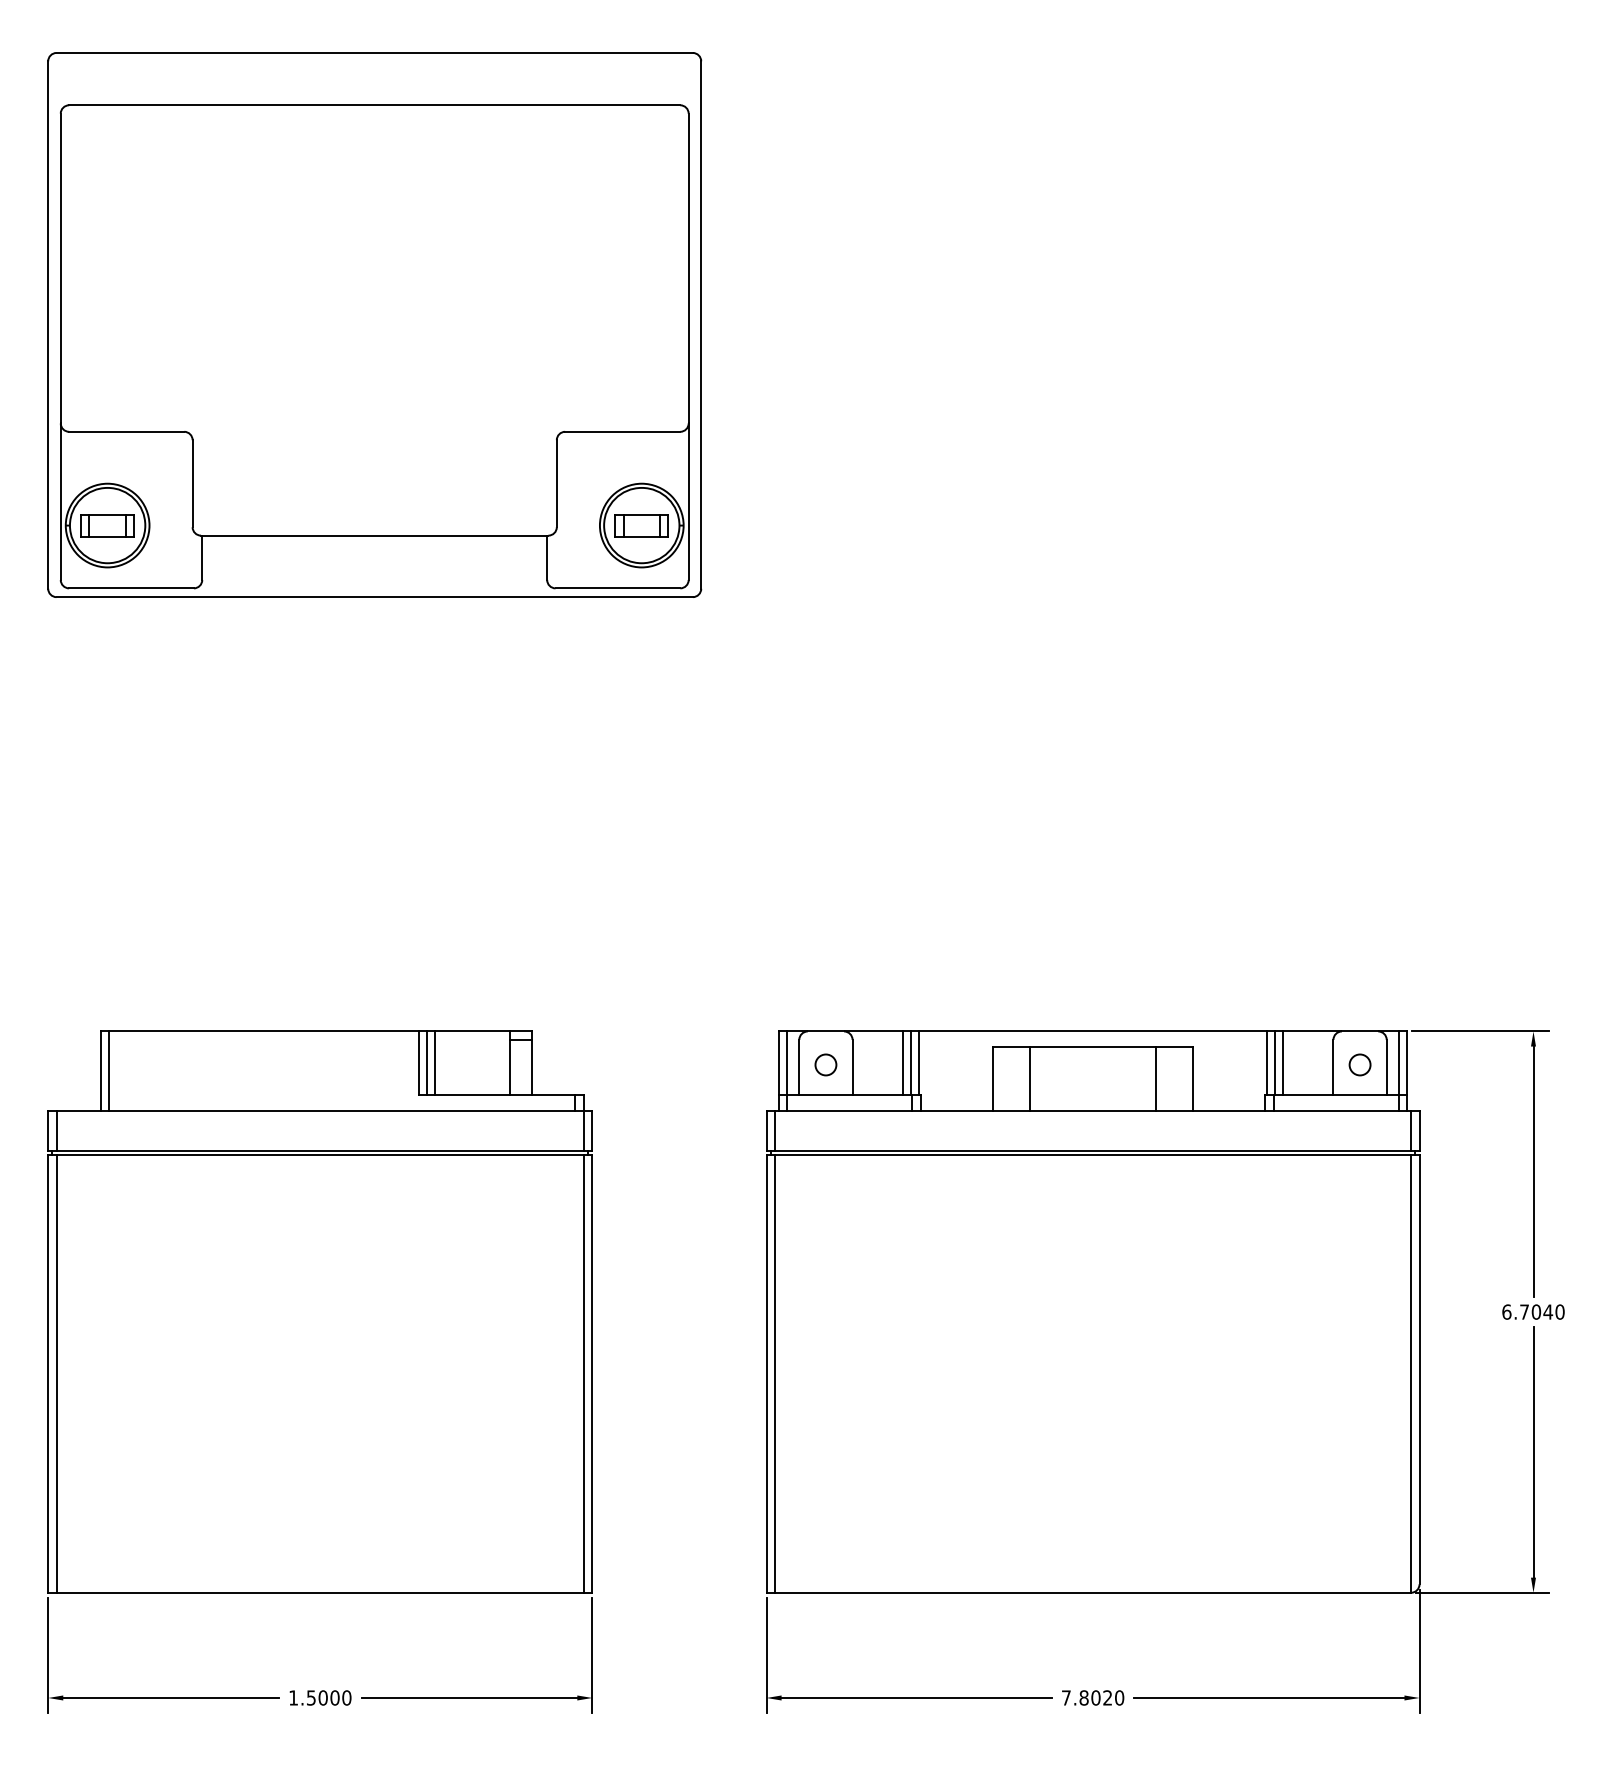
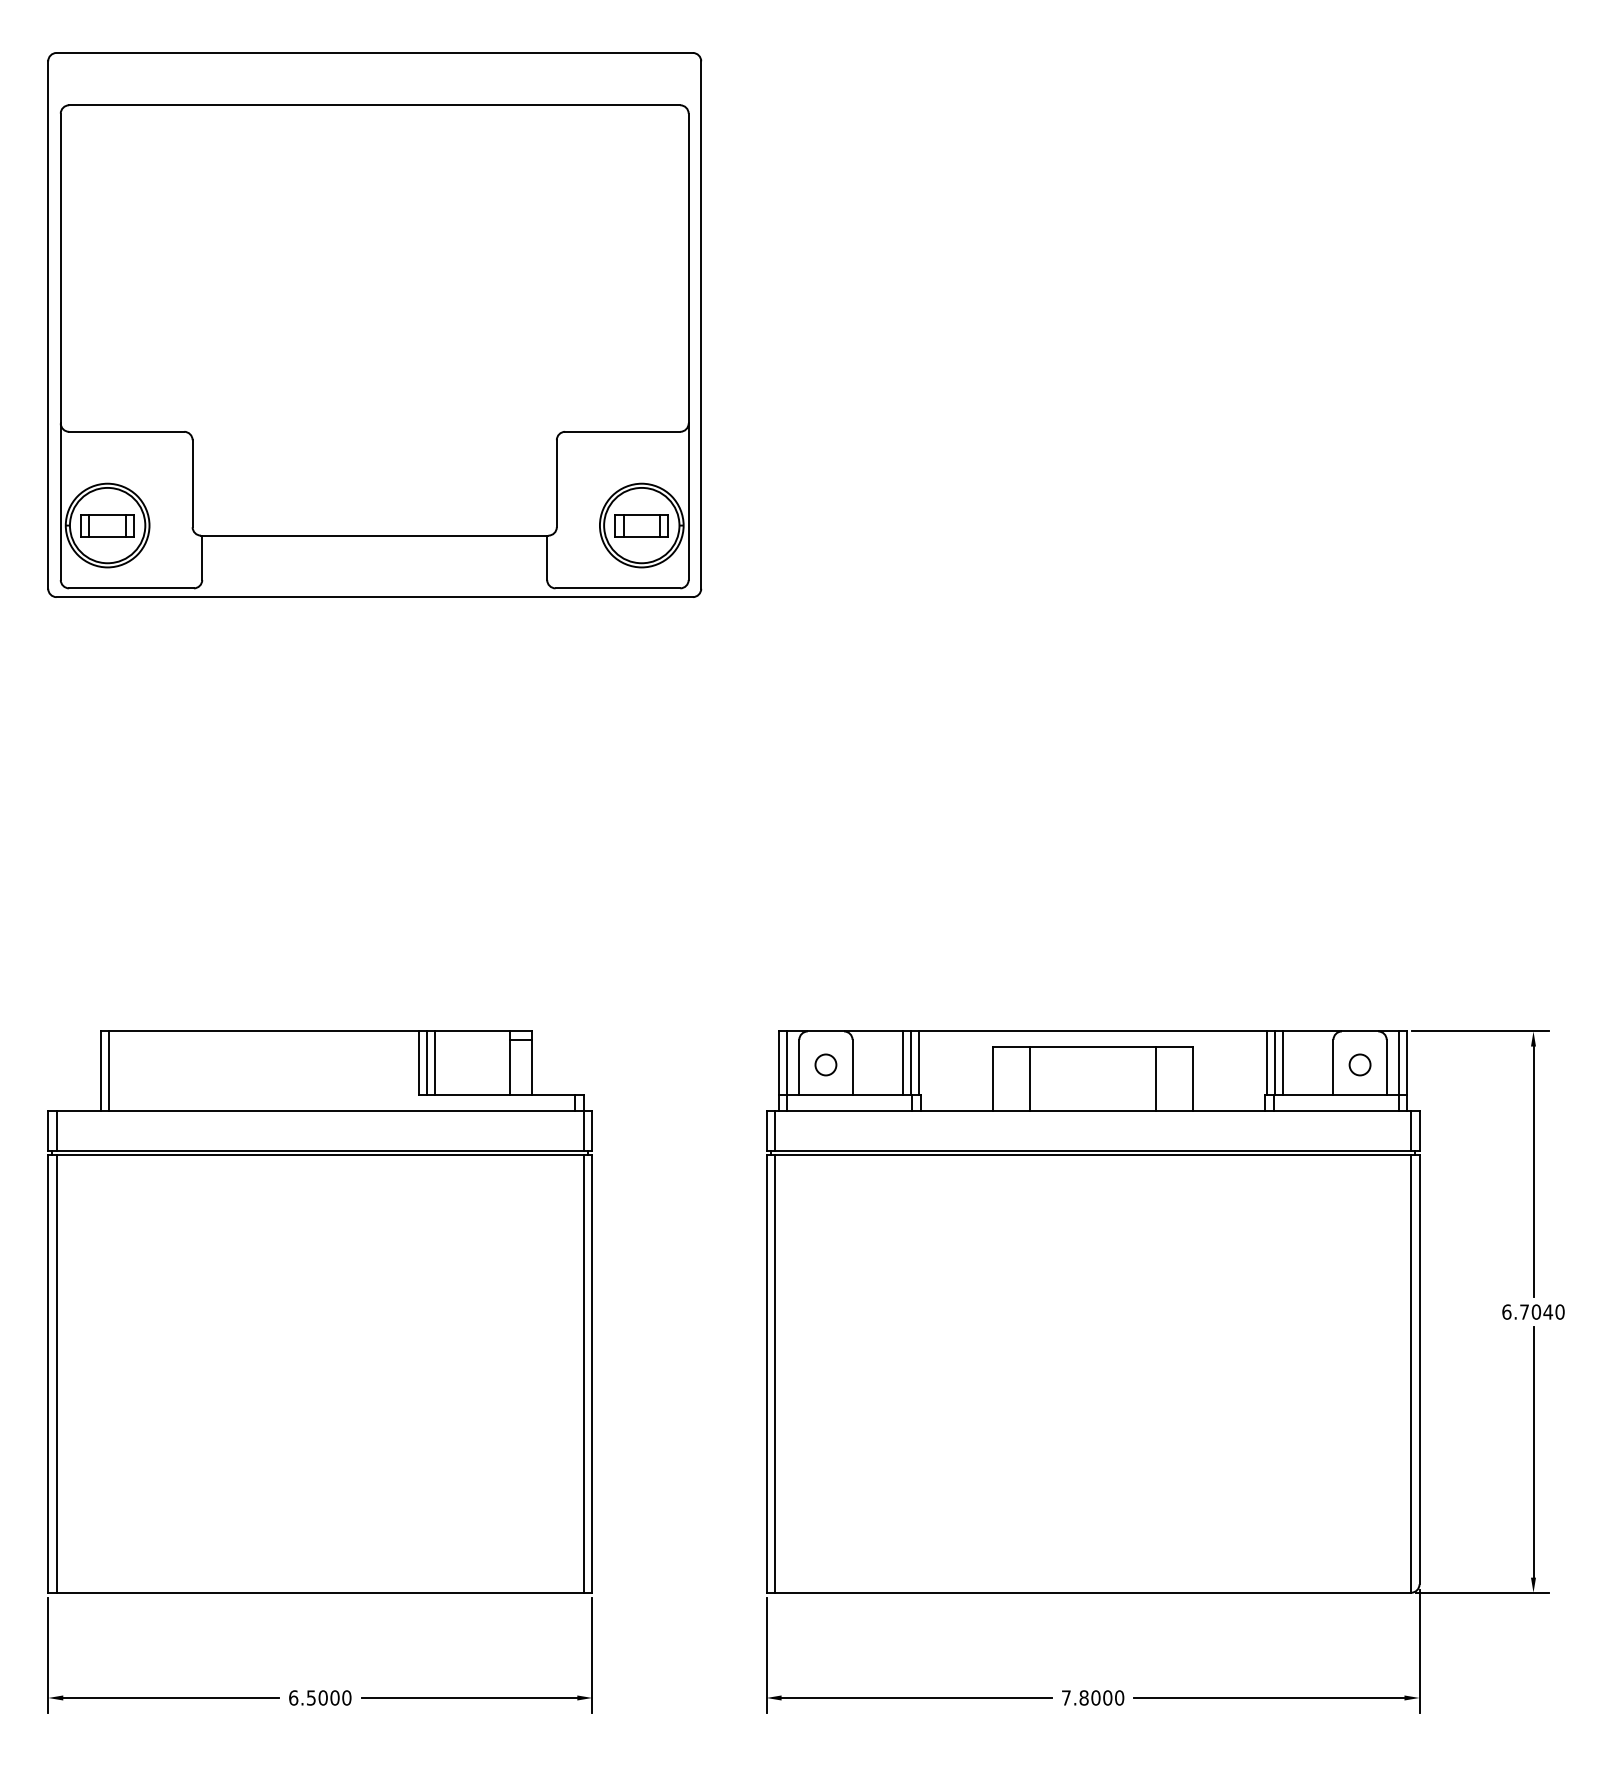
text at (293, 1697): 1.5000 -> 6.5000
text at (1107, 1697): 7.8020 -> 7.8000
